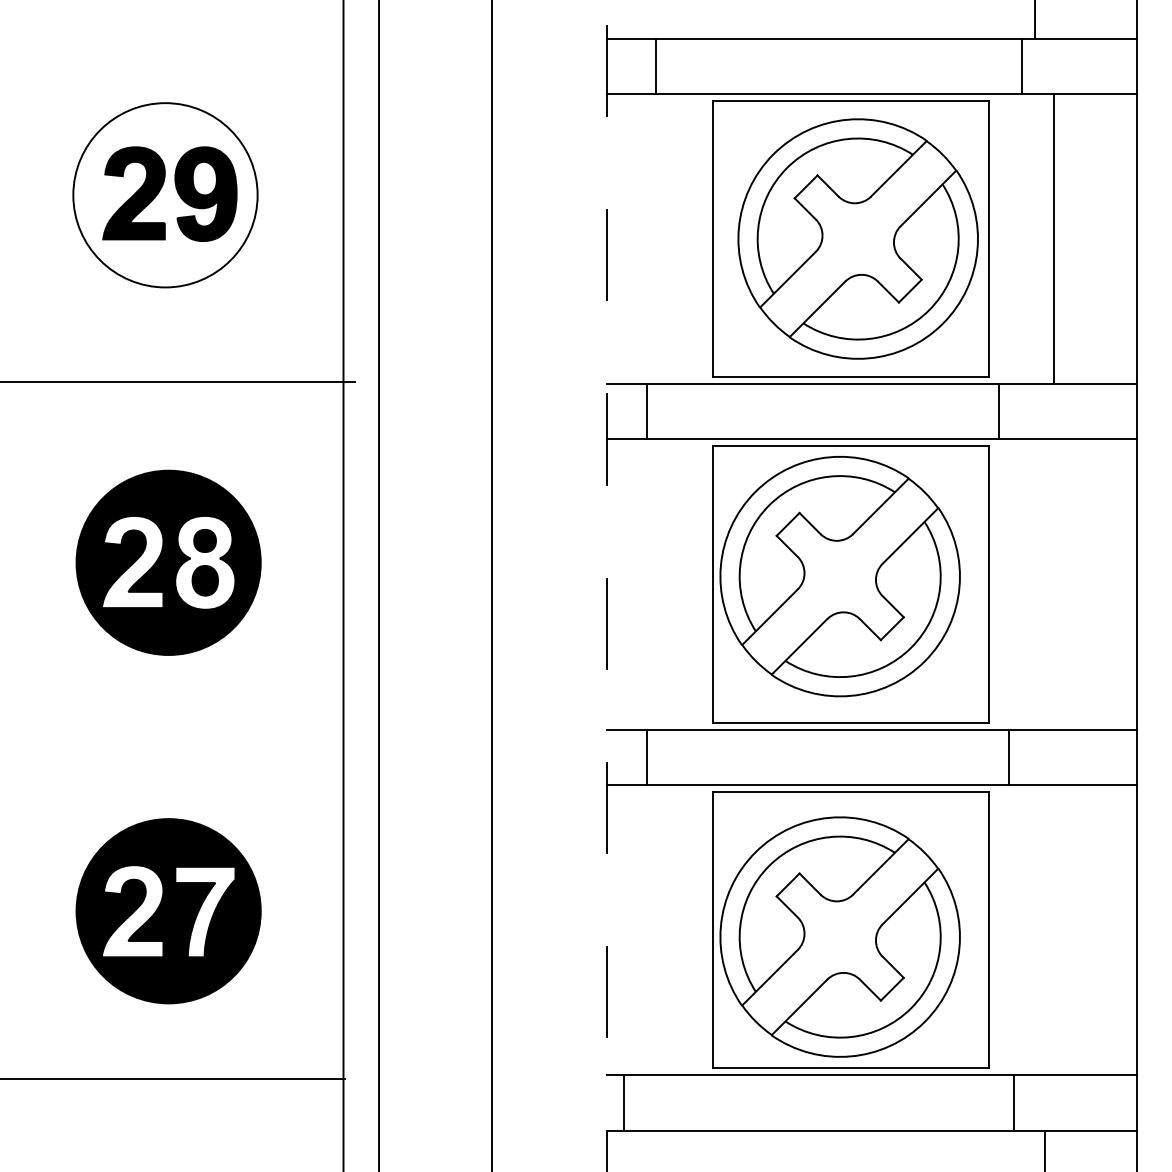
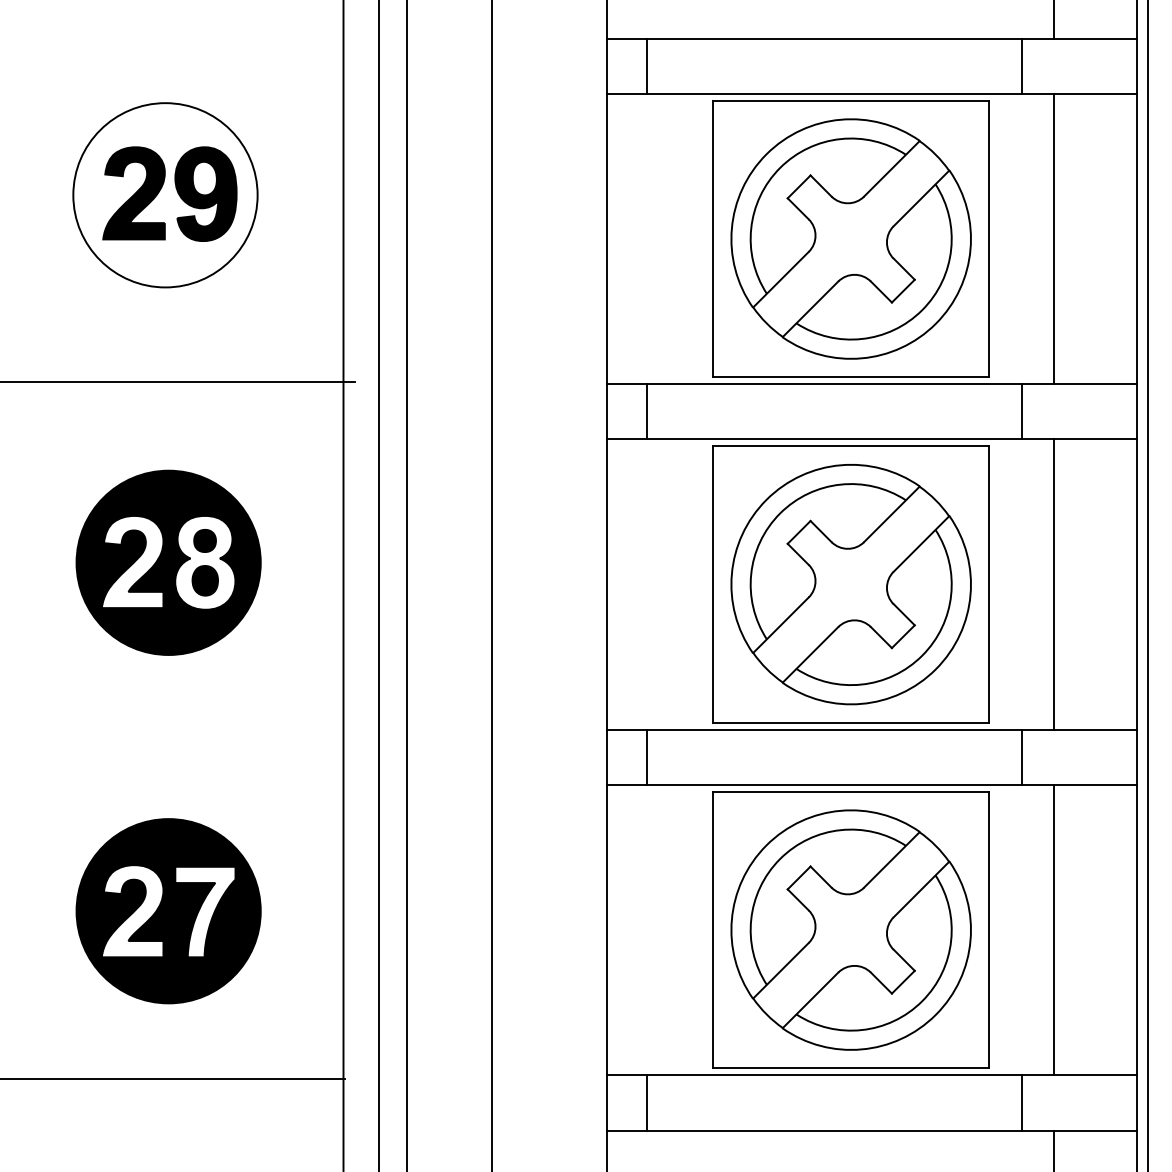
line at (1034, 20) position: (1034, 20) -> (1053, 20)
line at (656, 65) position: (656, 65) -> (647, 65)
part at (857, 238) position: (857, 238) -> (850, 238)
line at (998, 411) position: (998, 411) -> (1021, 411)
part at (839, 576) position: (839, 576) -> (850, 584)
line at (1053, 584): none -> present
line at (406, 585): none -> present
line at (607, 585): dashed -> solid
line at (1148, 585): none -> present
line at (1008, 757) position: (1008, 757) -> (1021, 757)
line at (1053, 930): none -> present
part at (839, 936) position: (839, 936) -> (850, 929)
line at (624, 1102) position: (624, 1102) -> (647, 1102)
line at (1013, 1102) position: (1013, 1102) -> (1021, 1102)
line at (1044, 1149) position: (1044, 1149) -> (1053, 1149)
